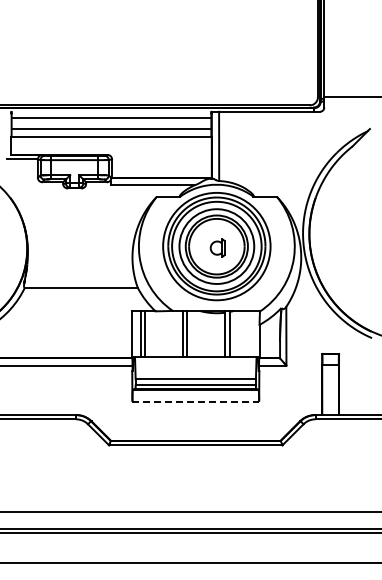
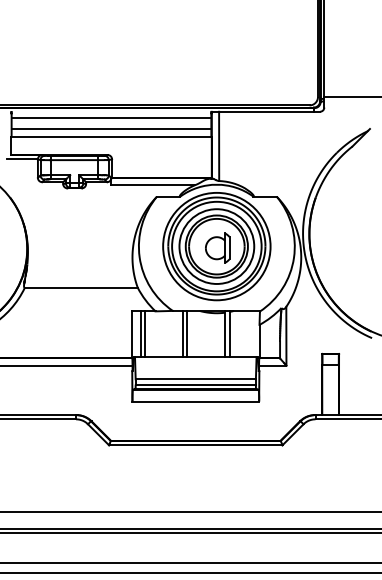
part at (217, 247) size: 17x20 px -> 26x32 px
line at (196, 401): dashed -> solid
line at (190, 573): none -> present
